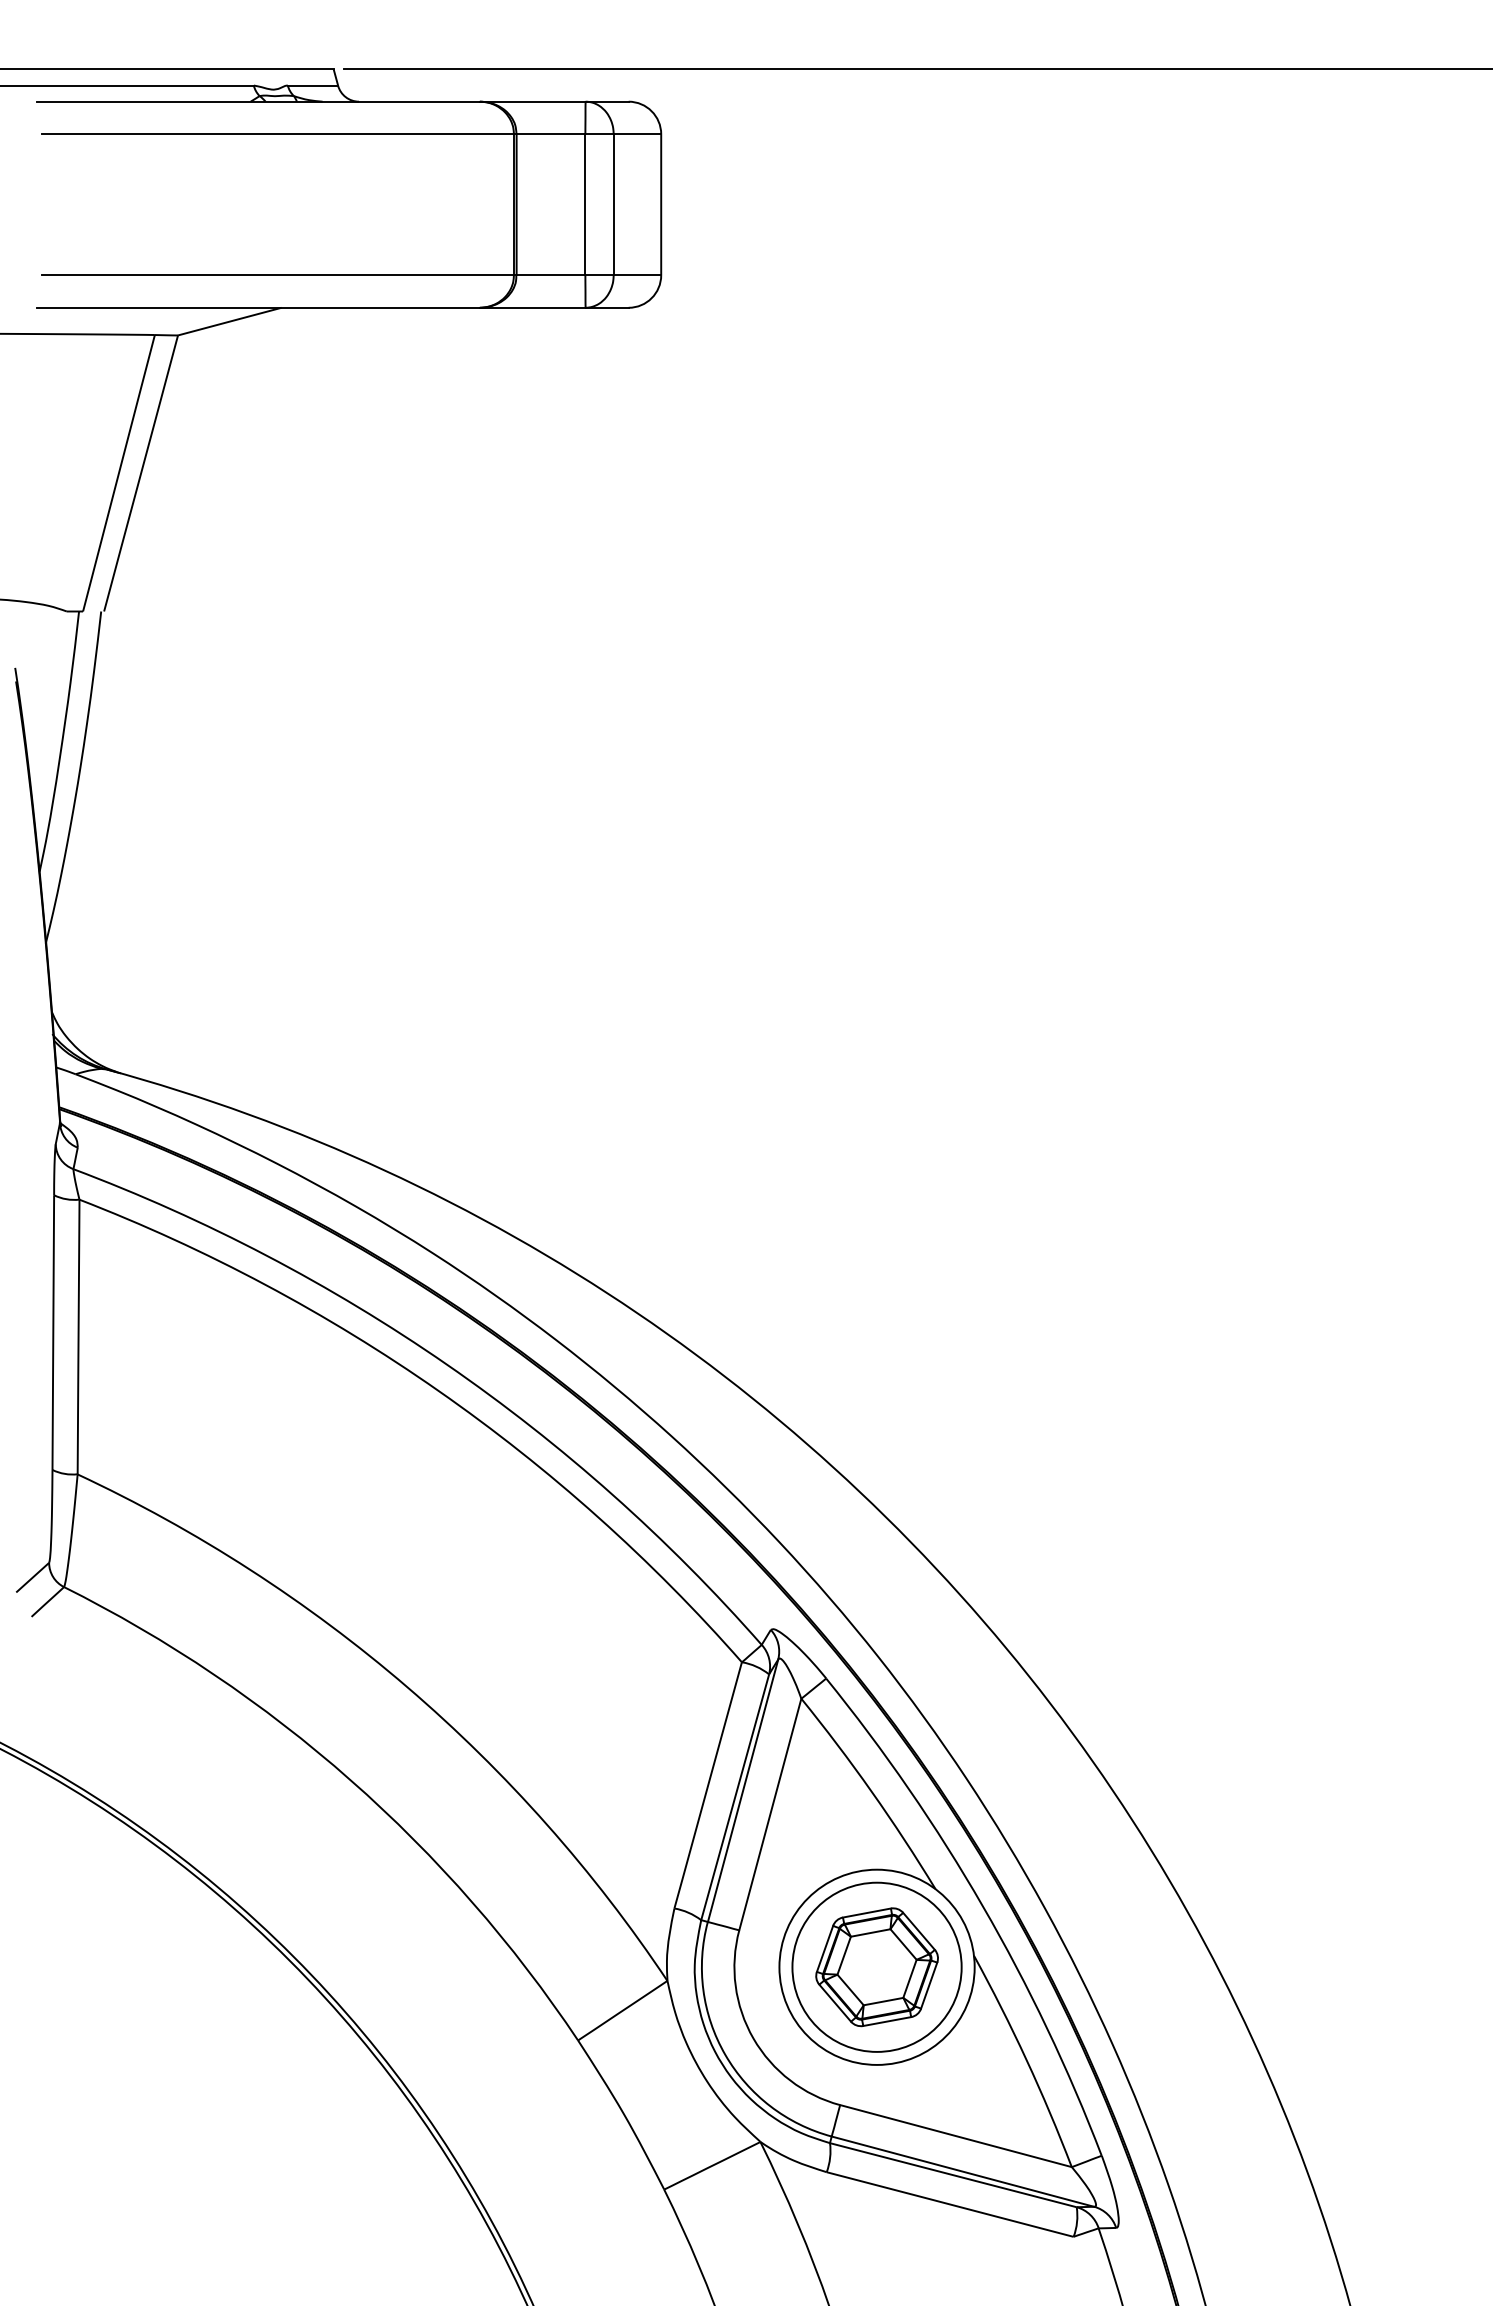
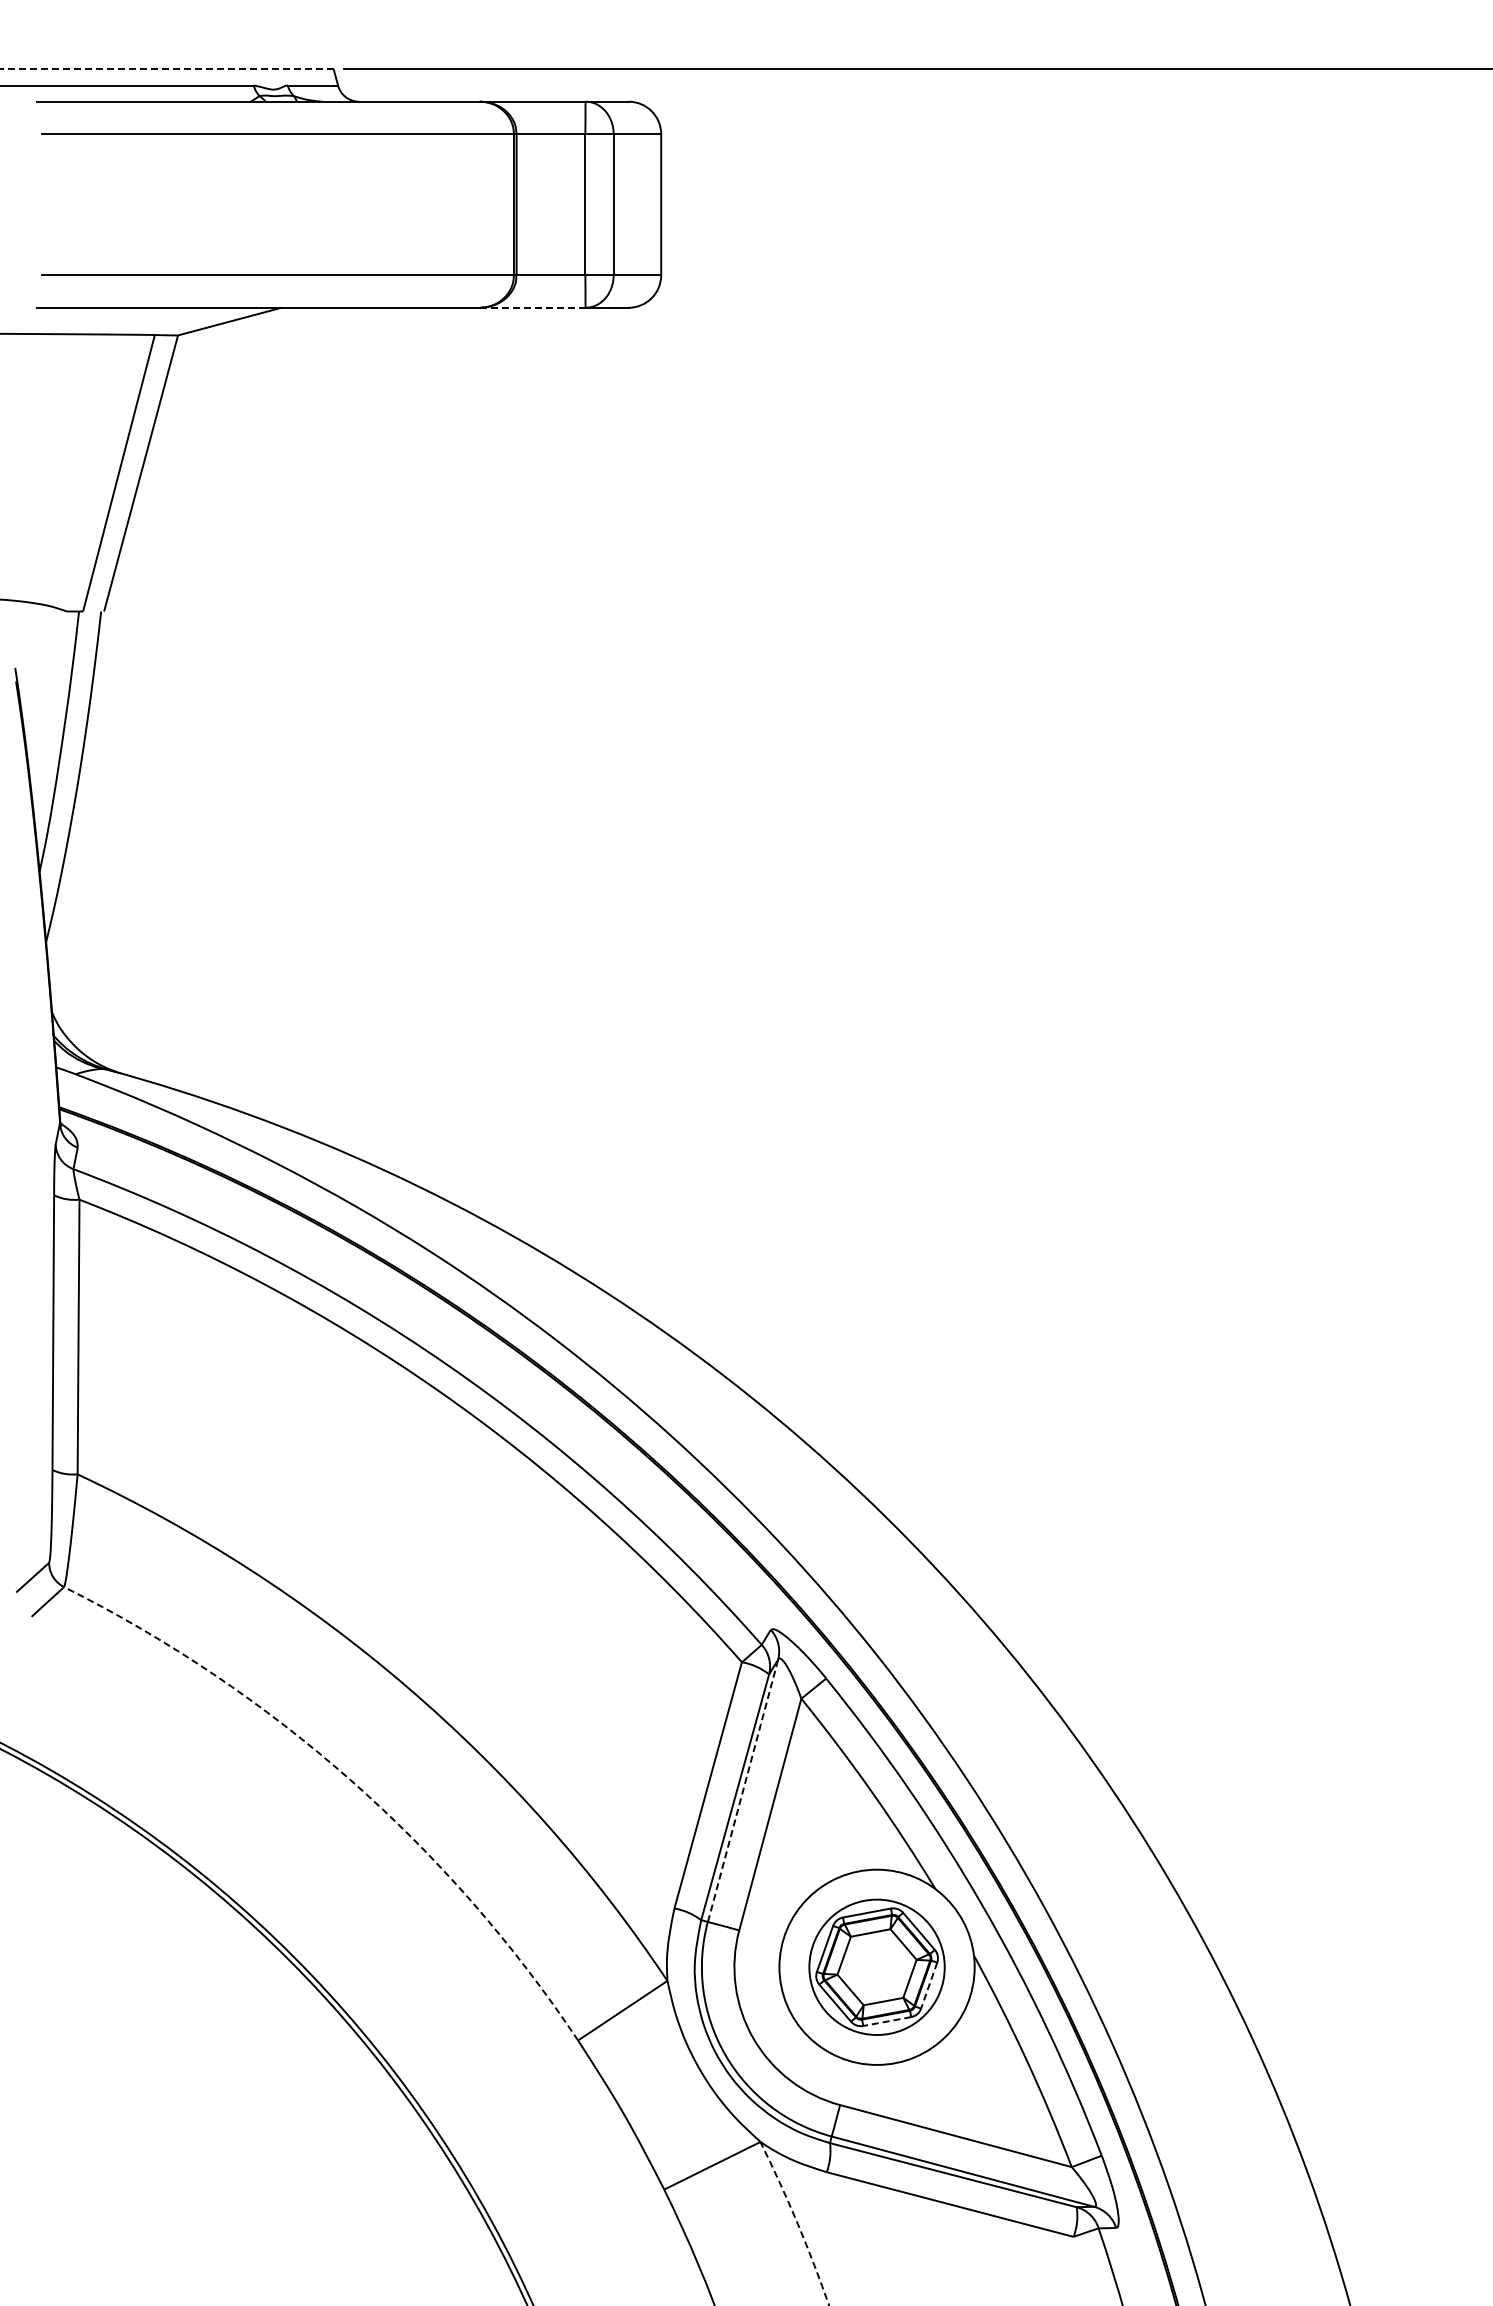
line at (166, 69): solid -> dashed
line at (532, 307): solid -> dashed
arc at (350, 1780): solid -> dashed
line at (743, 1790): solid -> dashed
circle at (876, 1966) diameter: 169 px -> 135 px
line at (929, 1986): solid -> dashed
line at (886, 2021): solid -> dashed
arc at (797, 2223): solid -> dashed
